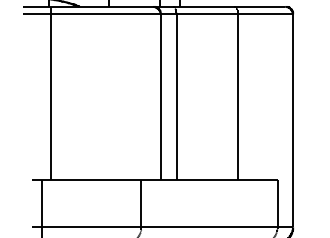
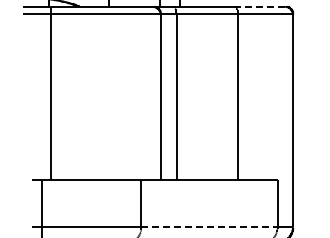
line at (259, 6): solid -> dashed
line at (210, 227): solid -> dashed
